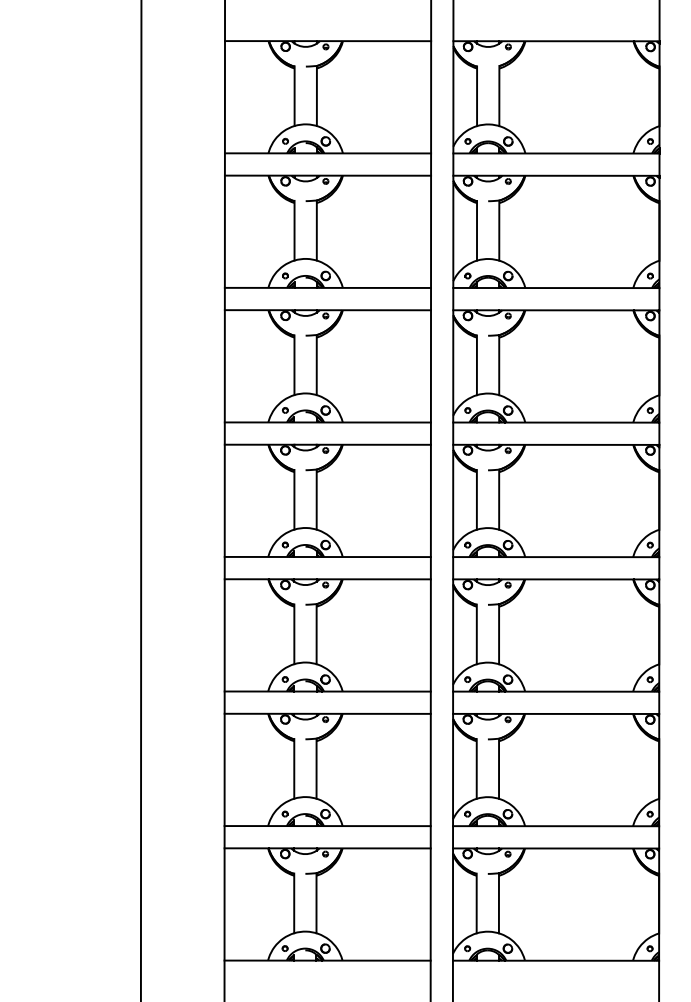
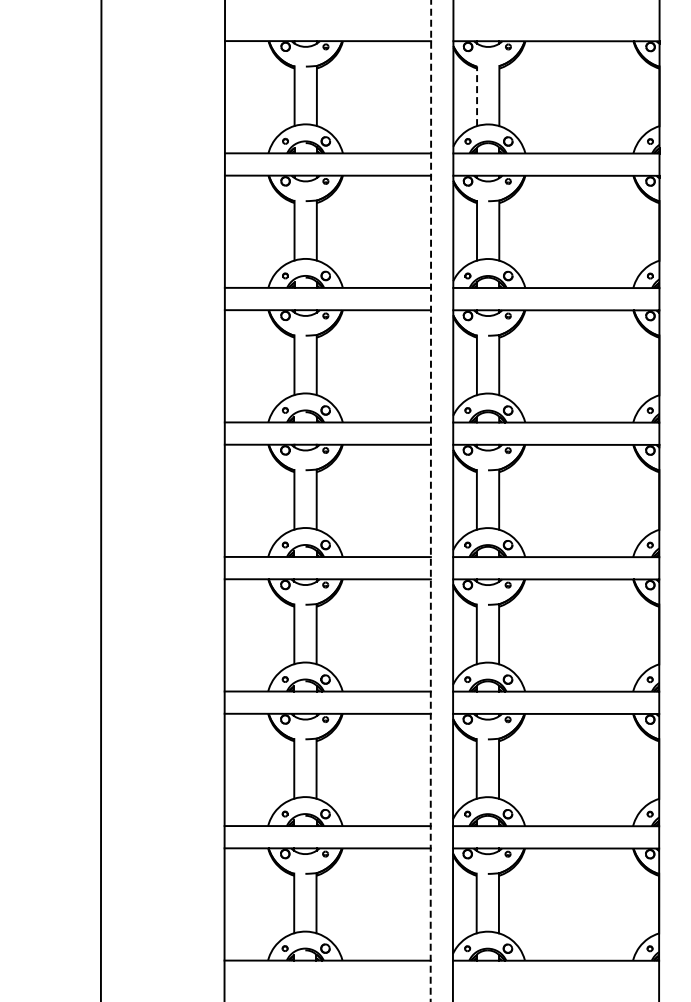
line at (477, 96): solid -> dashed
line at (140, 500) position: (140, 500) -> (100, 500)
line at (430, 500): solid -> dashed
